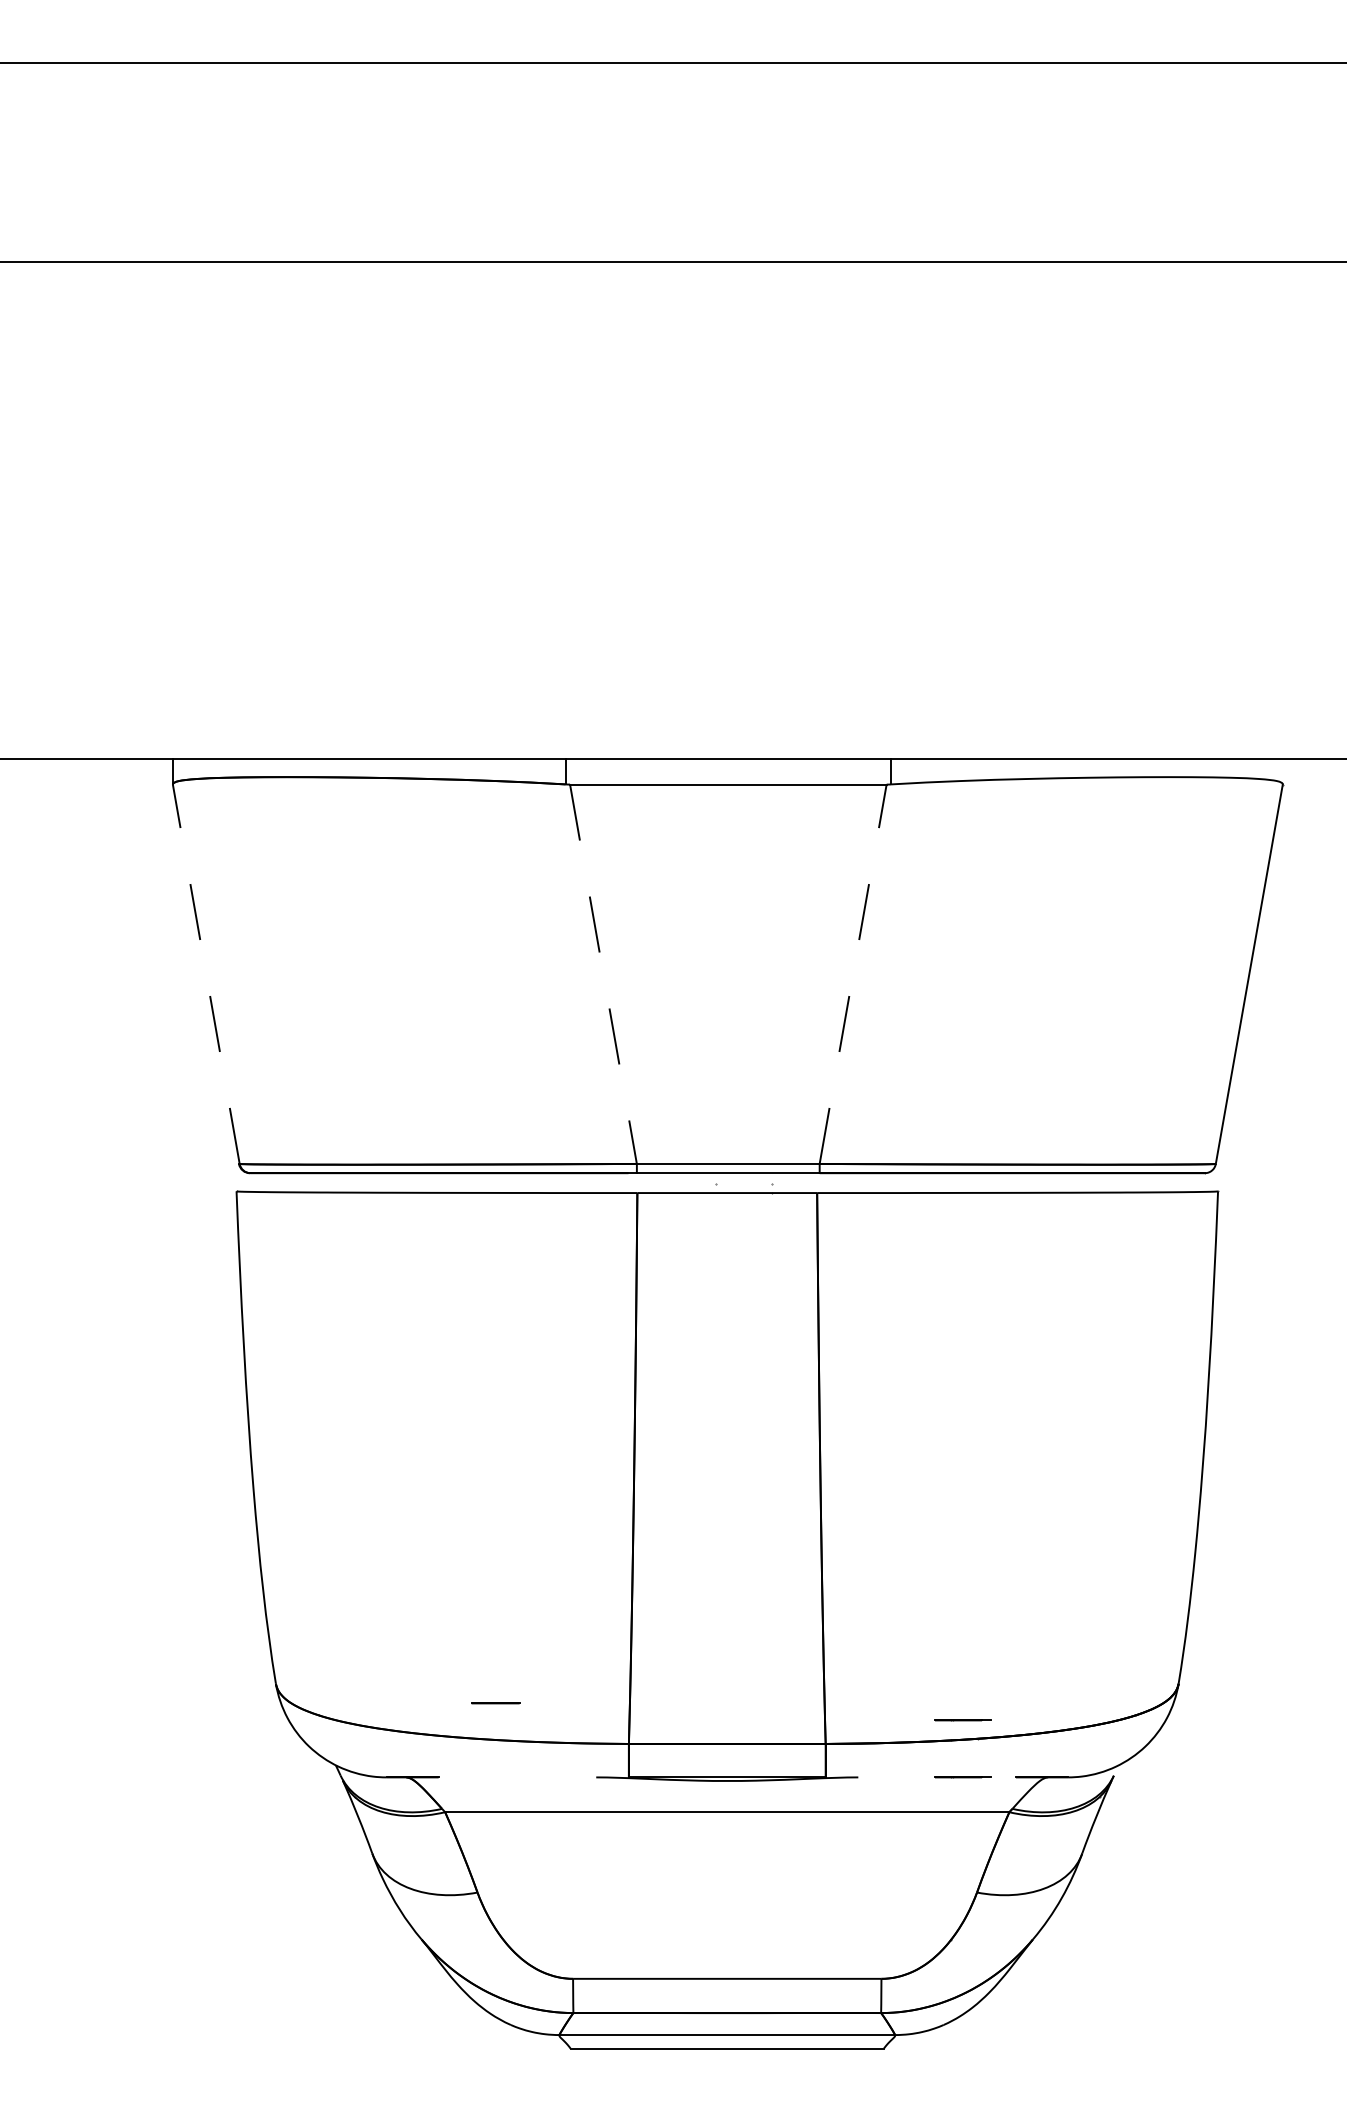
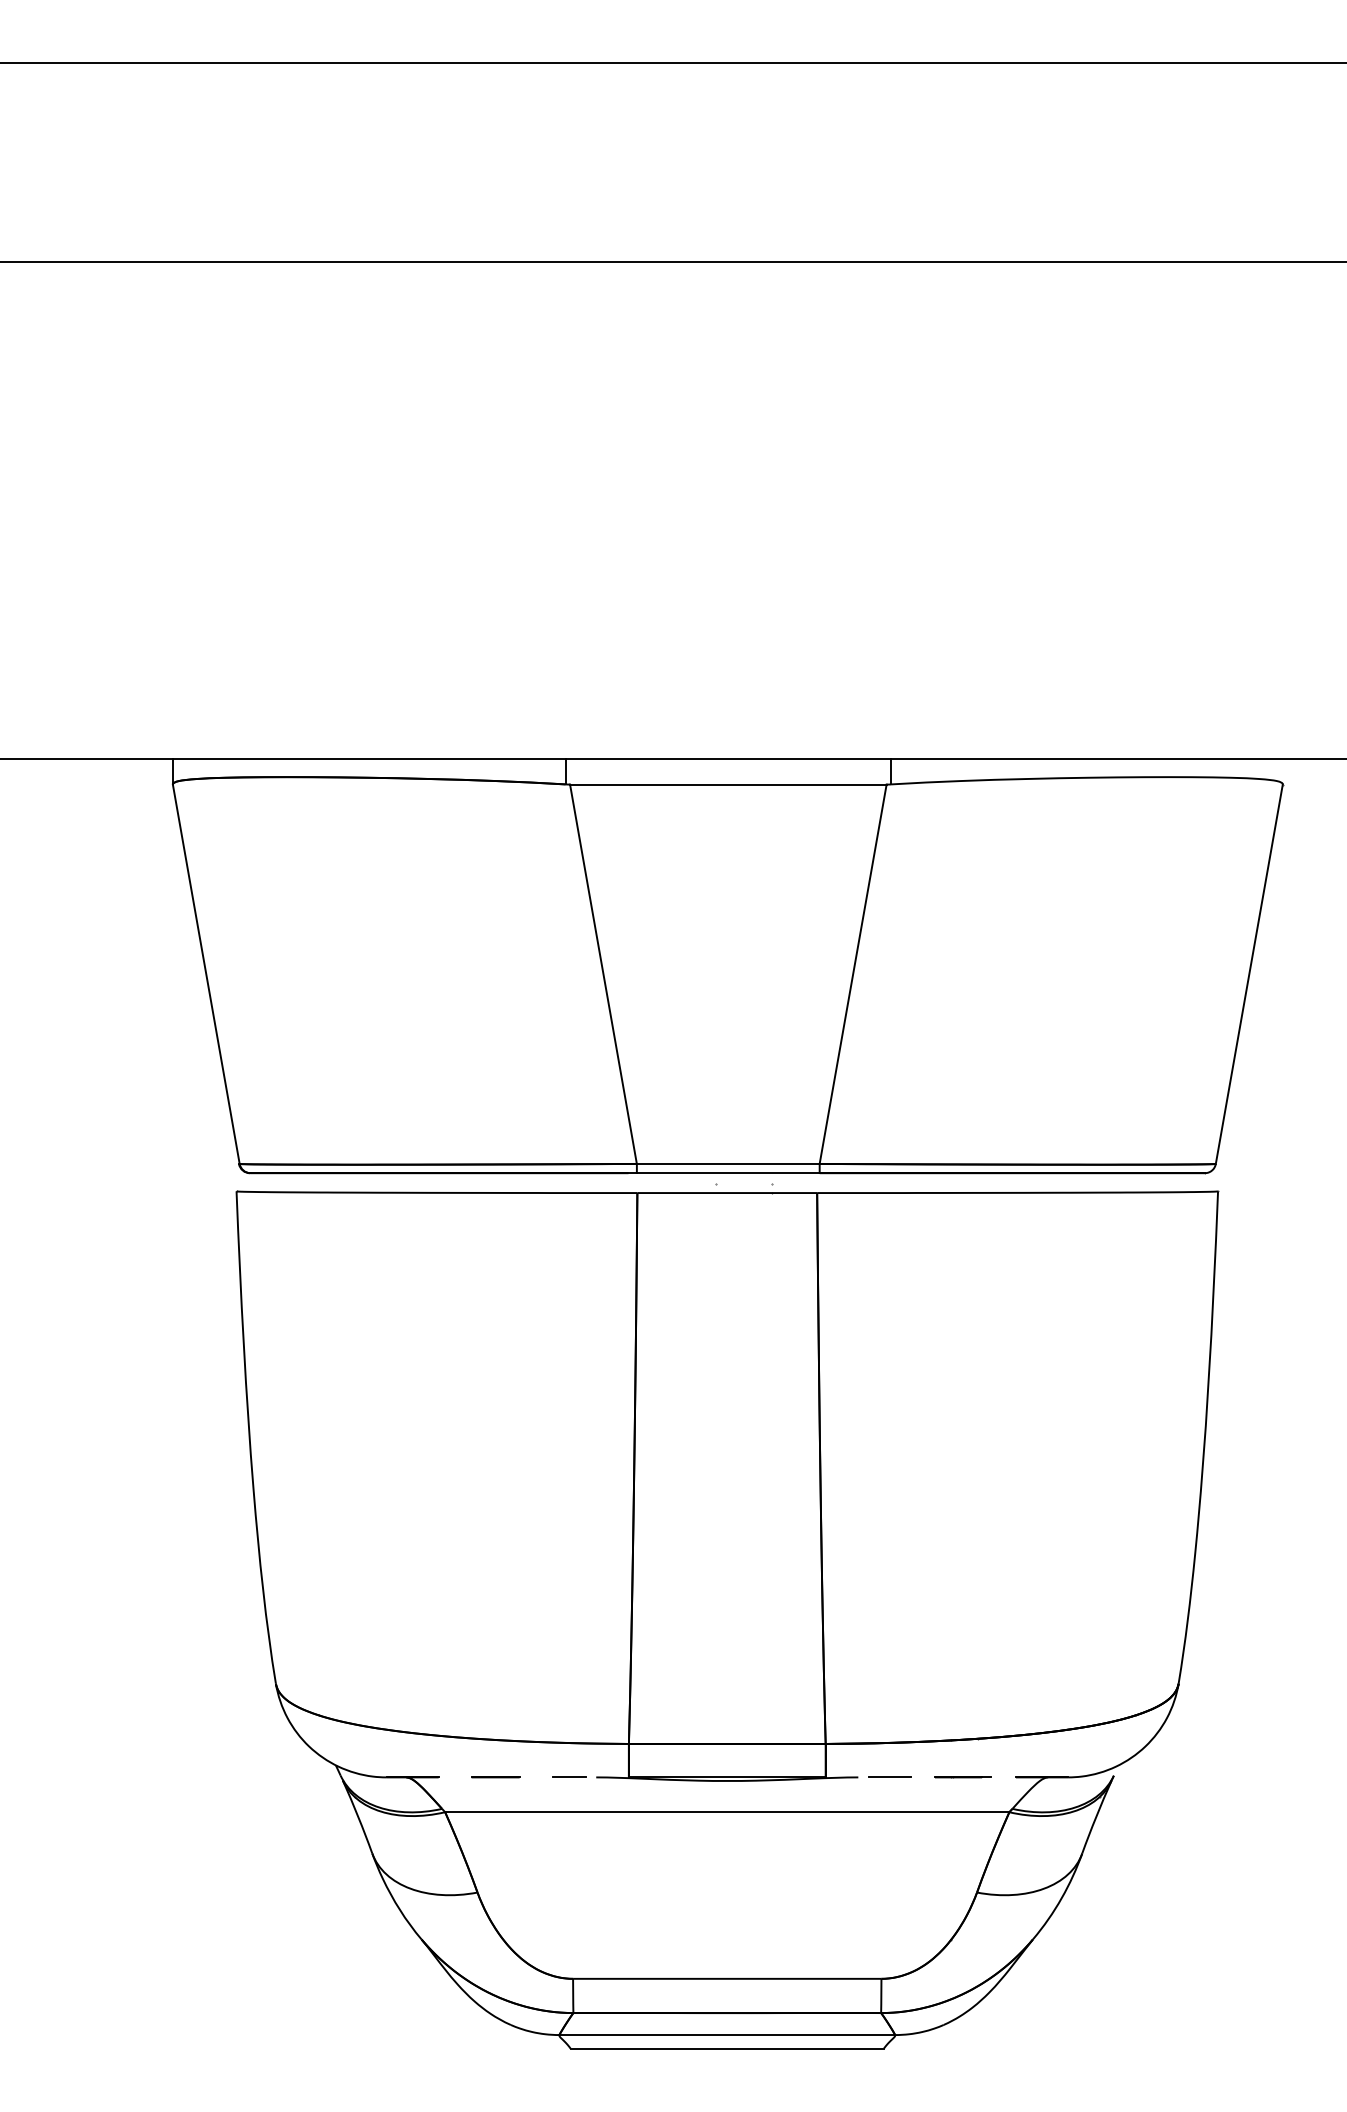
line at (206, 974): dashed -> solid
line at (603, 974): dashed -> solid
line at (853, 974): dashed -> solid
line at (495, 1703) position: (495, 1703) -> (495, 1777)
line at (962, 1720): present -> none
line at (568, 1777): none -> present
line at (889, 1777): none -> present
